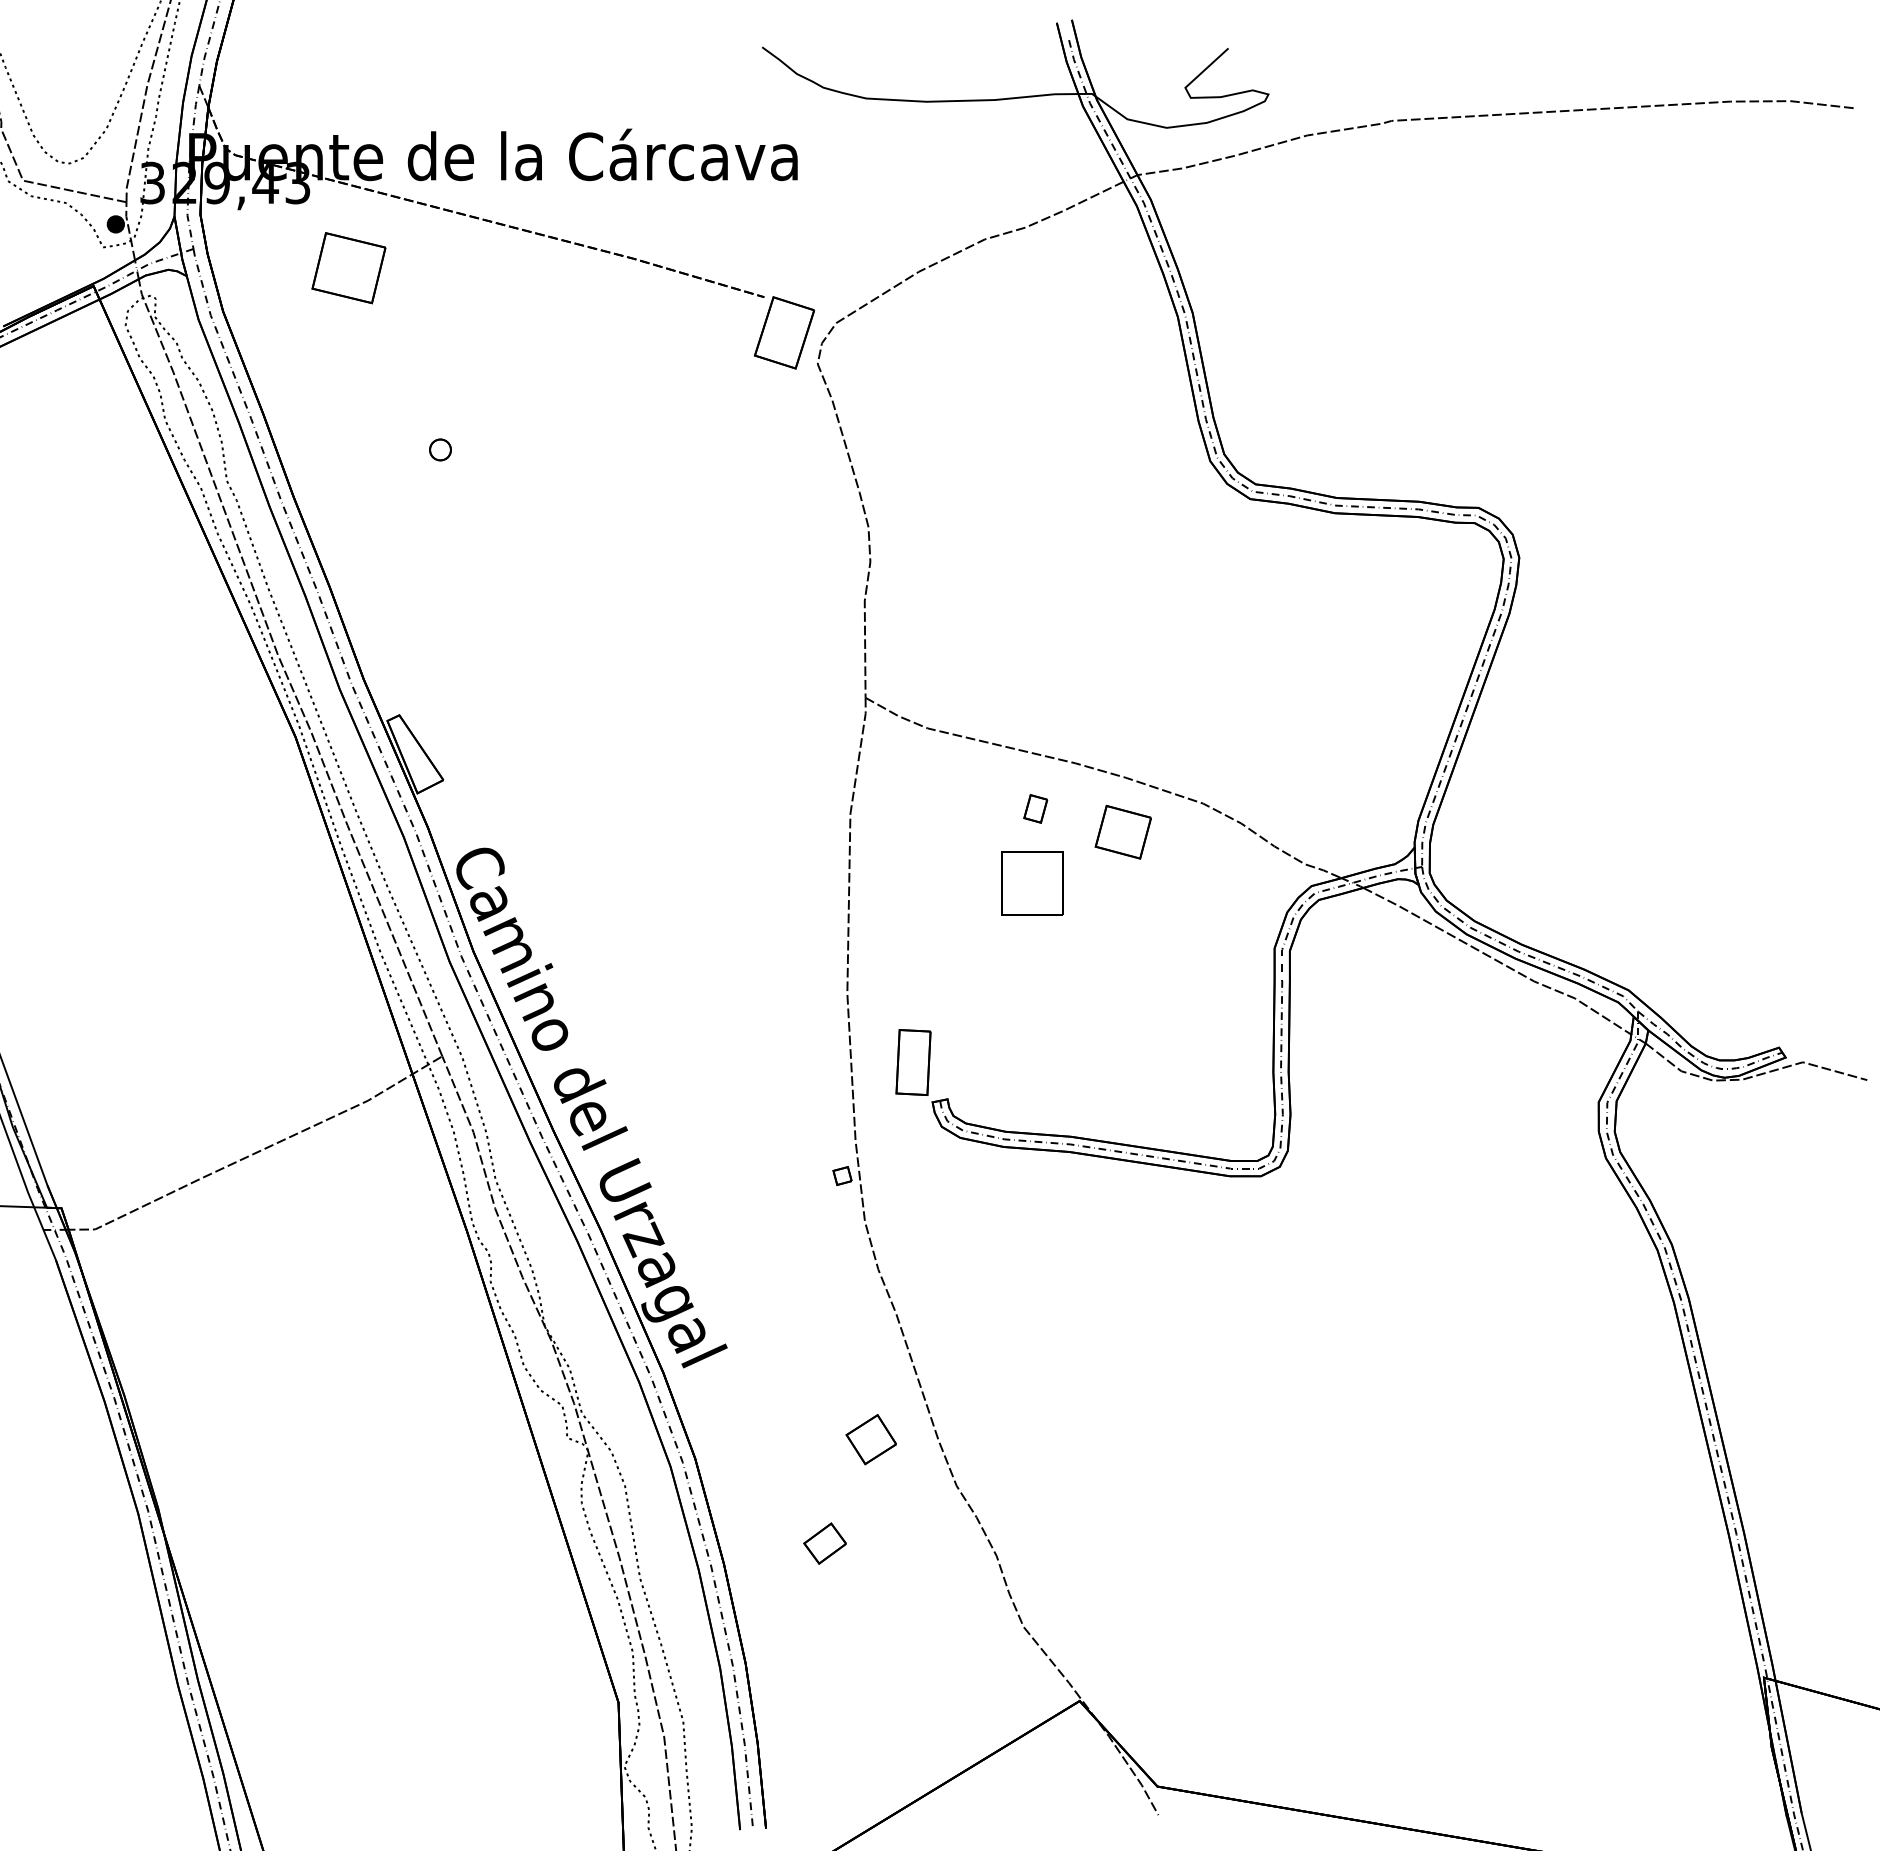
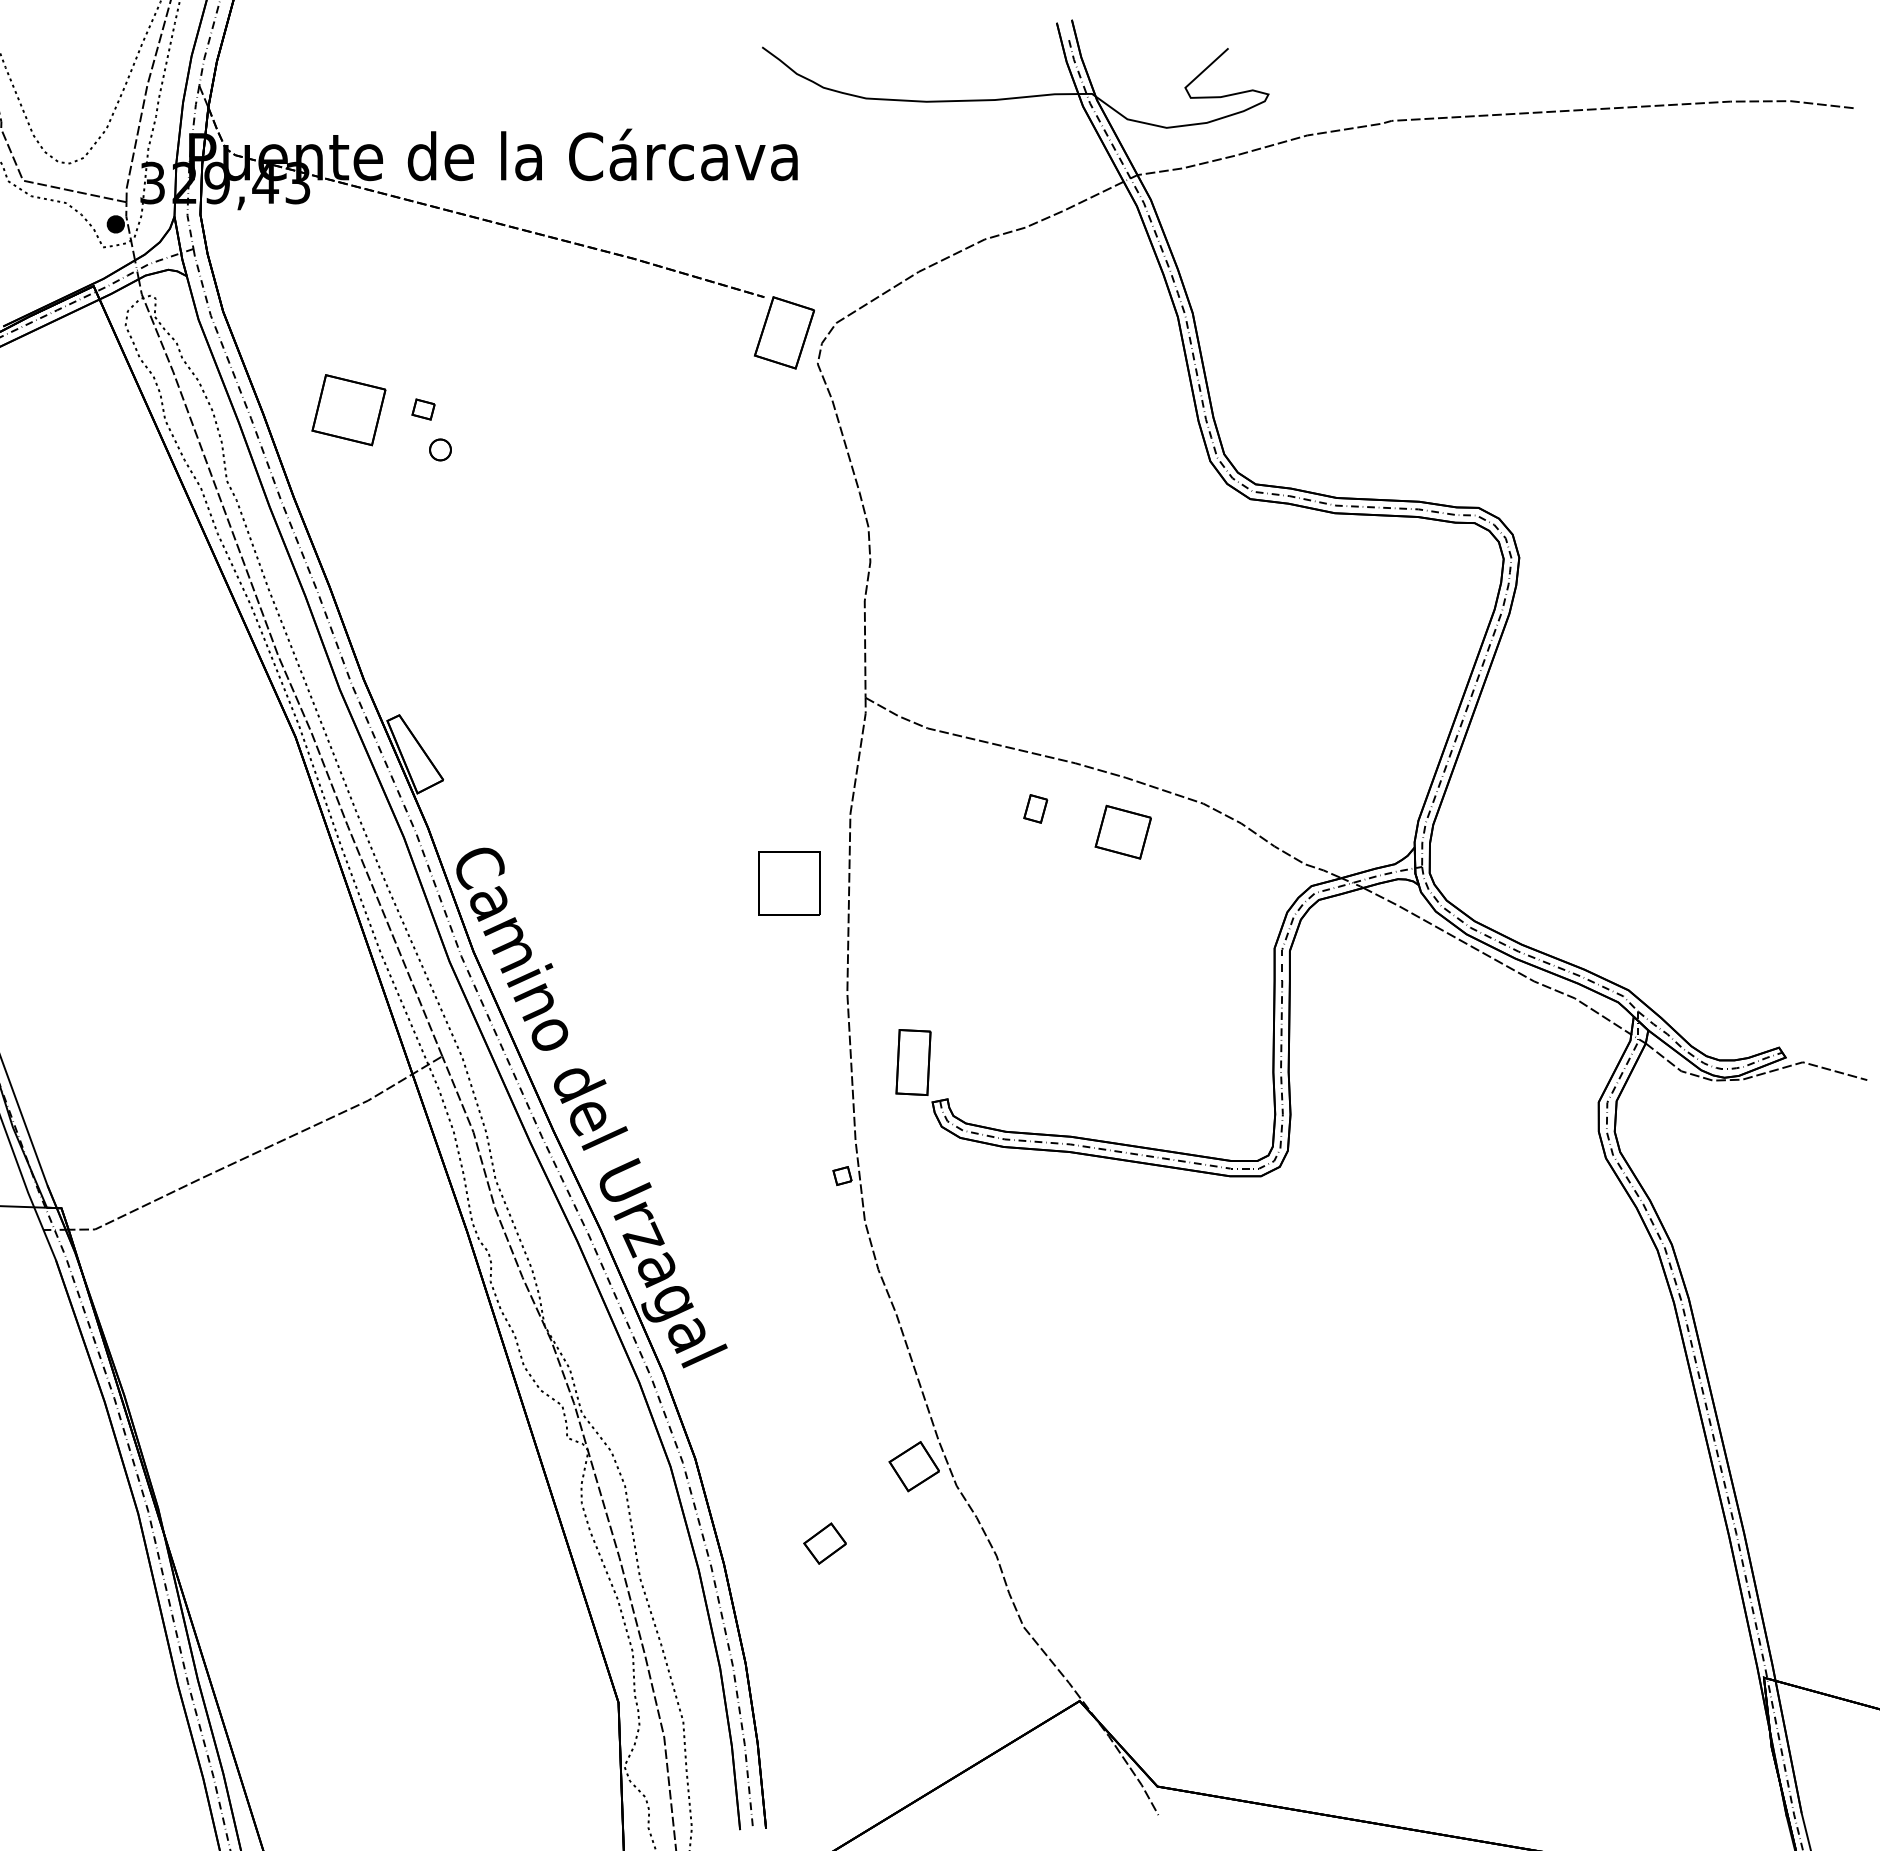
part at (348, 268) position: (348, 268) -> (348, 410)
part at (423, 409): none -> present
part at (1032, 883) position: (1032, 883) -> (789, 883)
part at (870, 1439) position: (870, 1439) -> (913, 1466)
